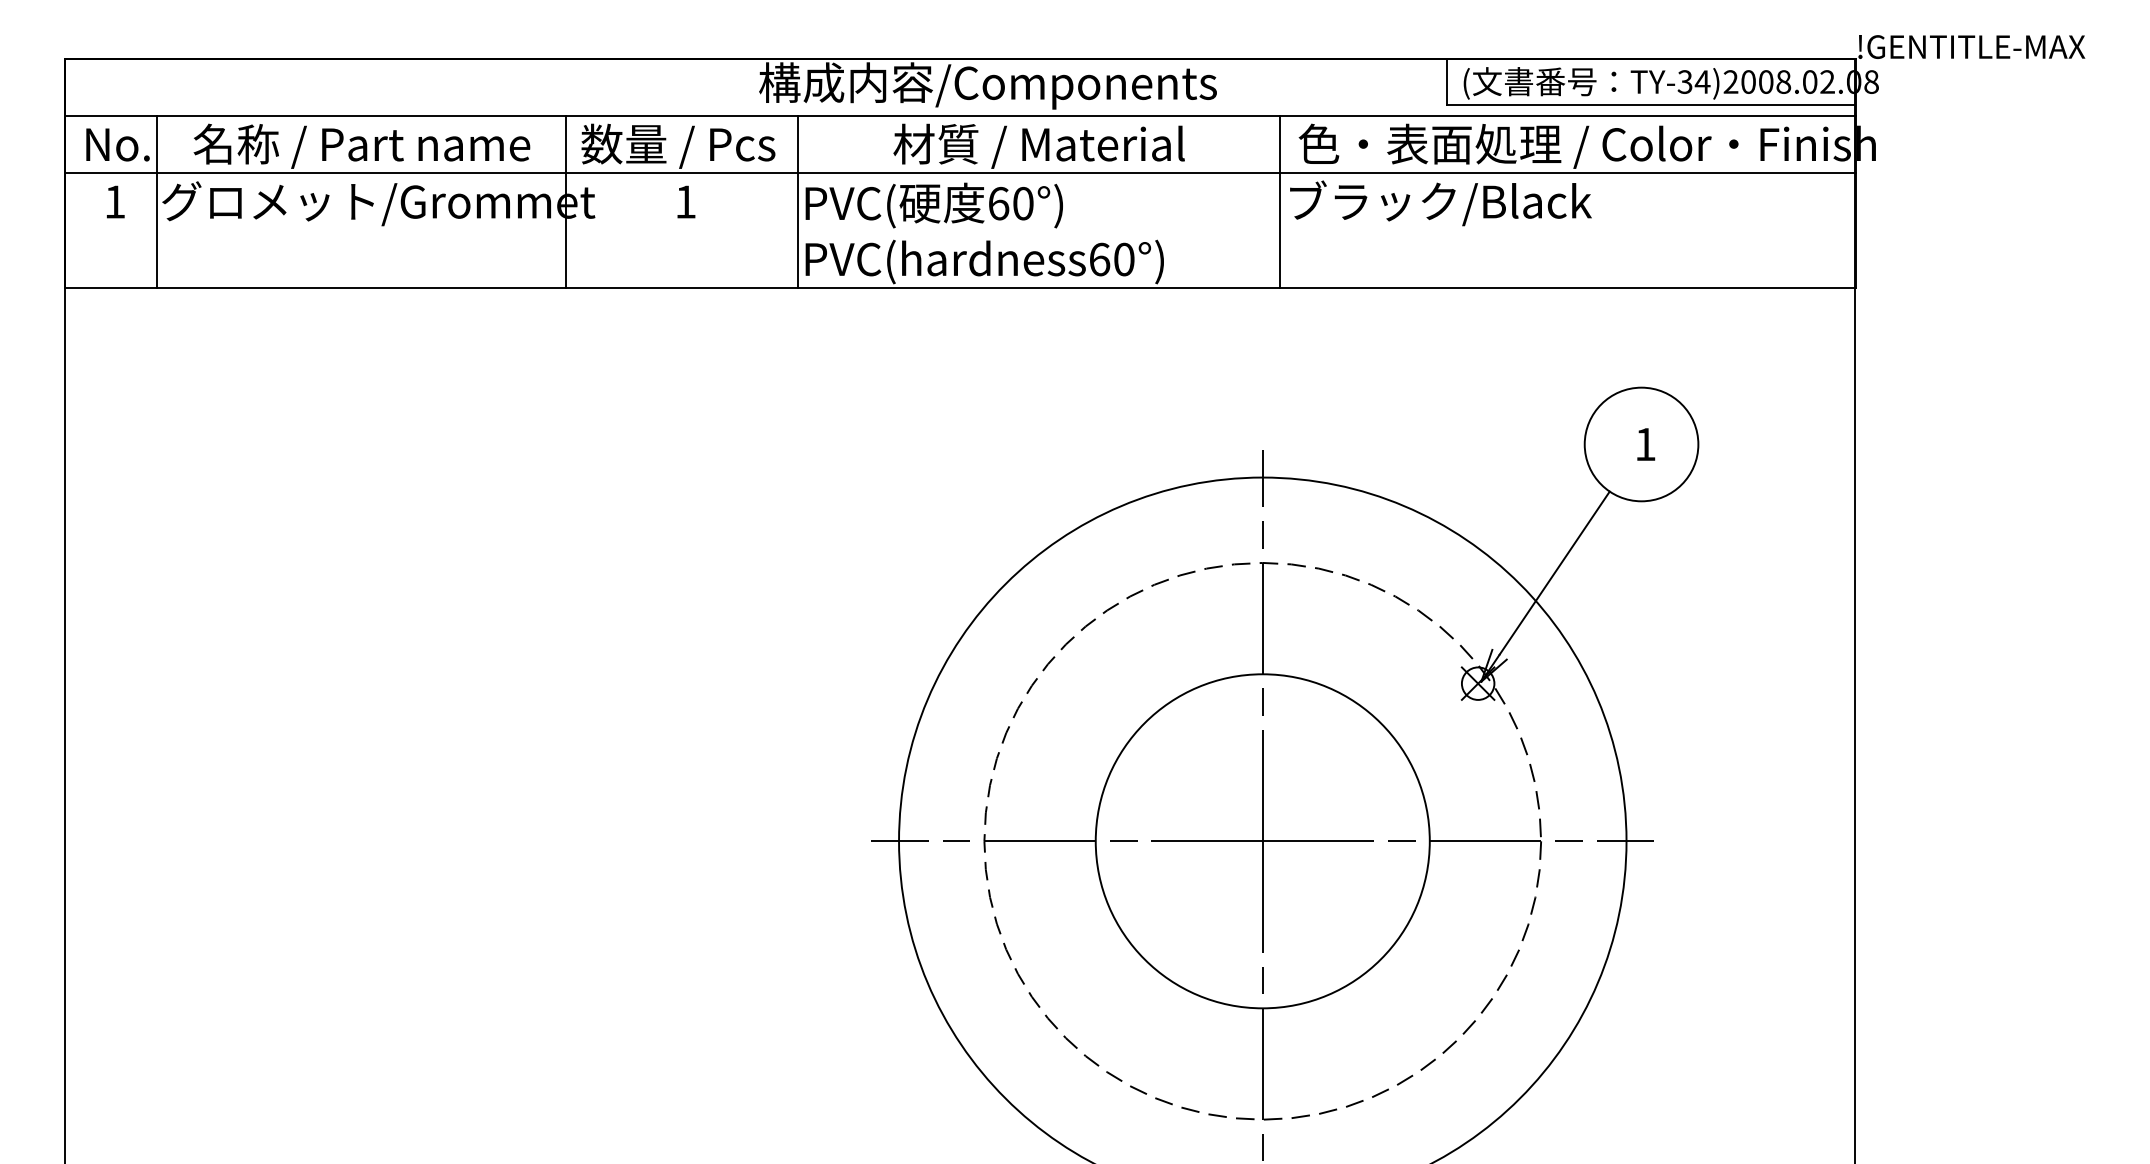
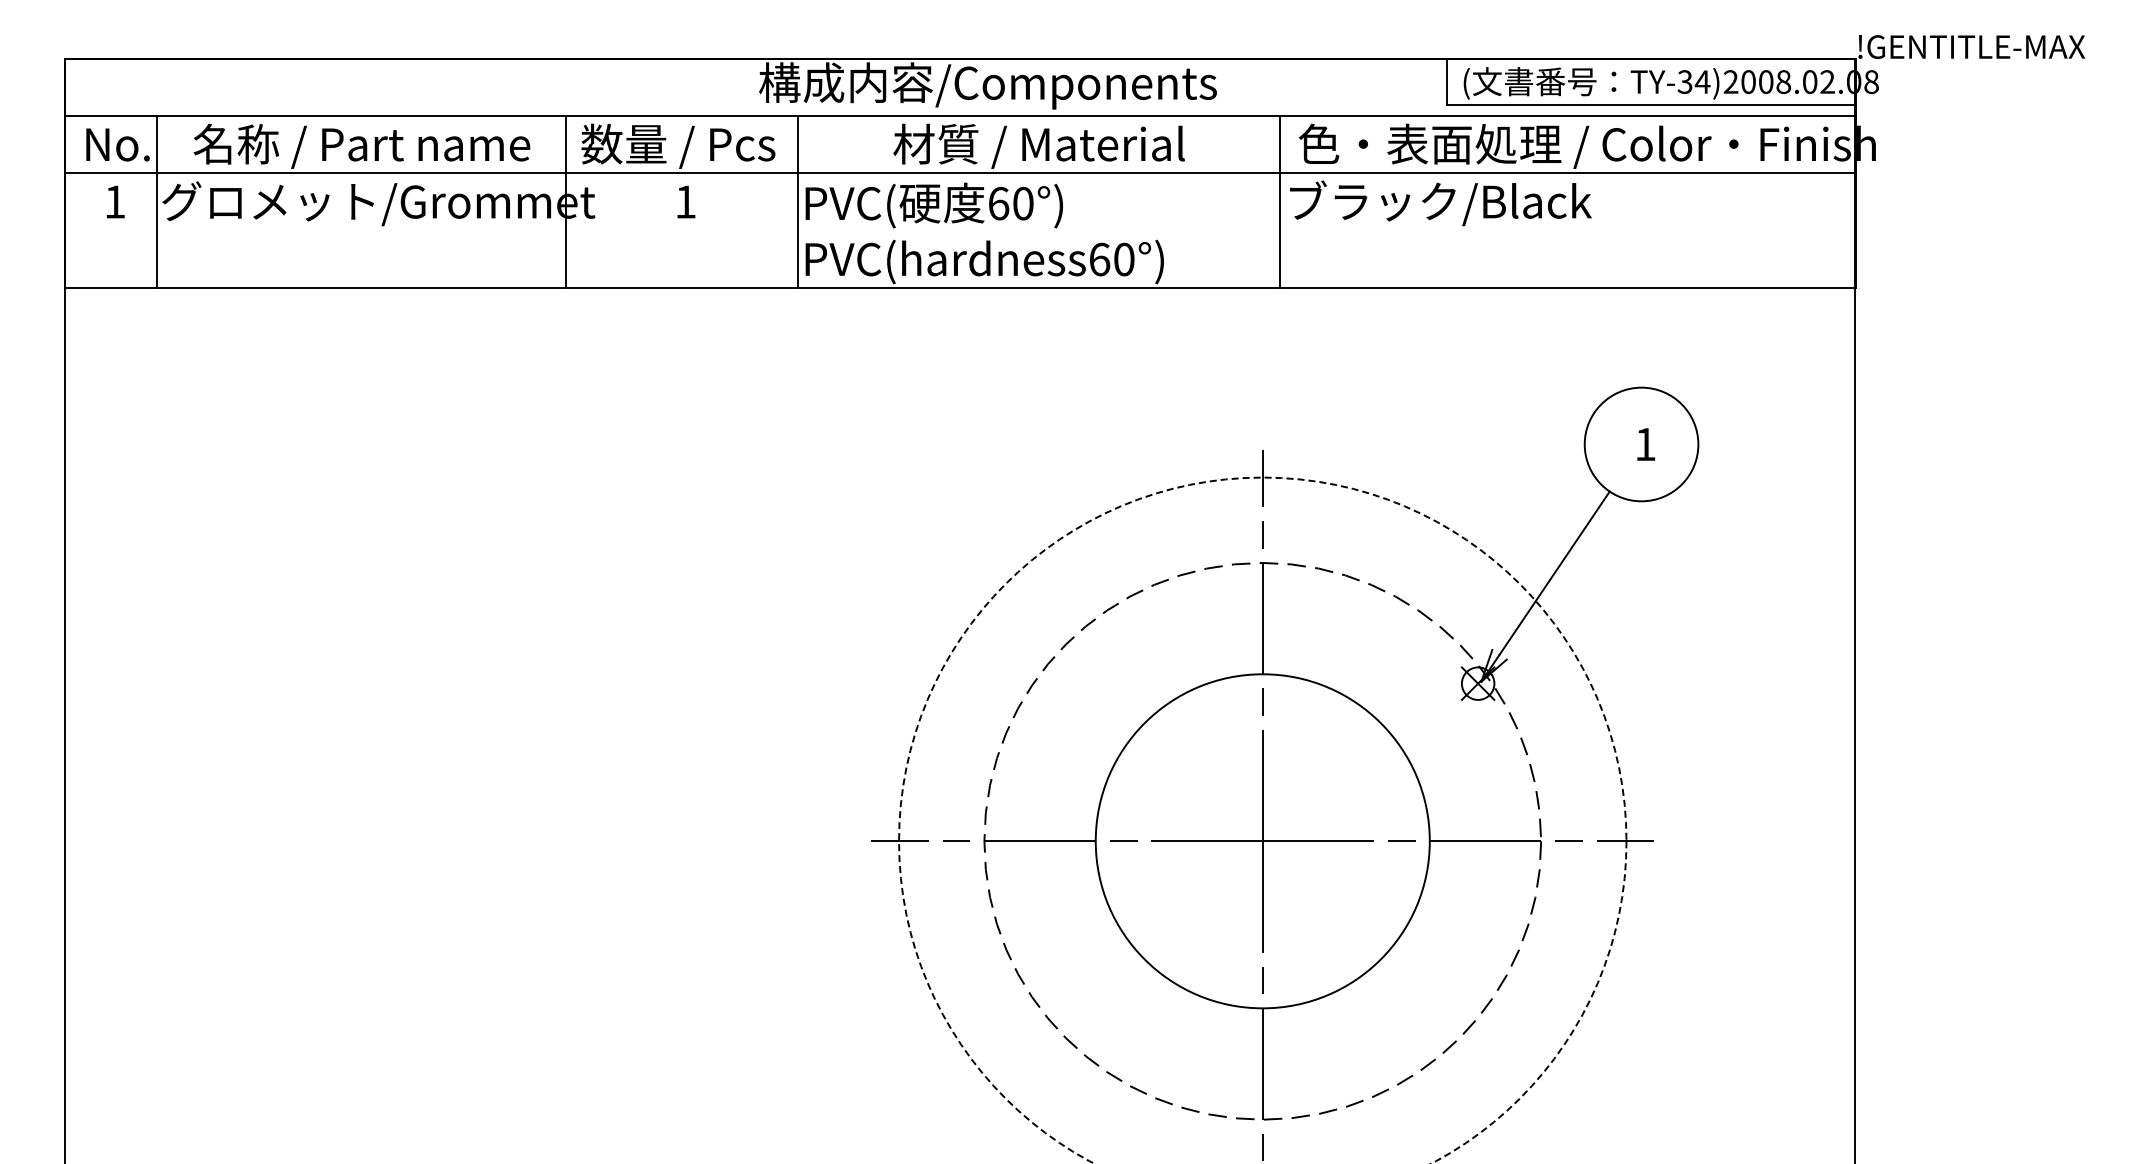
circle at (1262, 820): solid -> dashed
